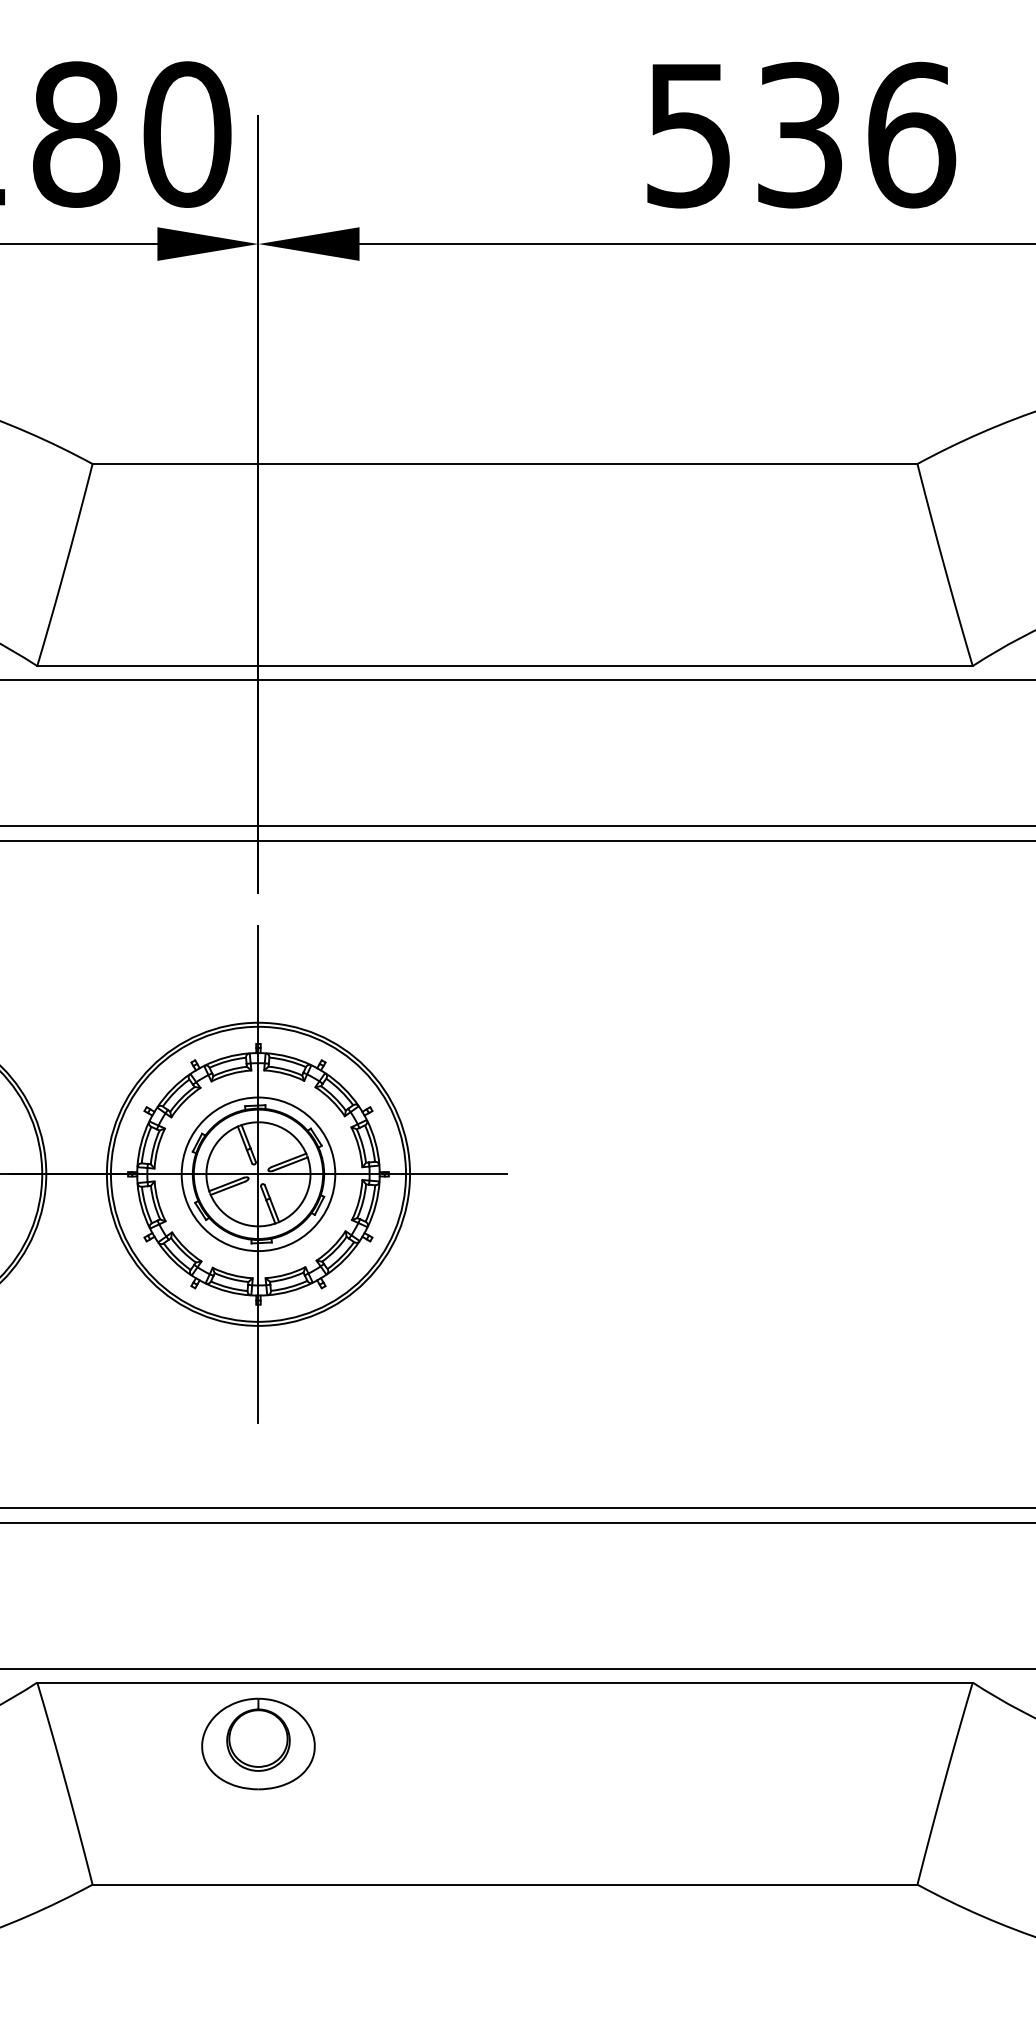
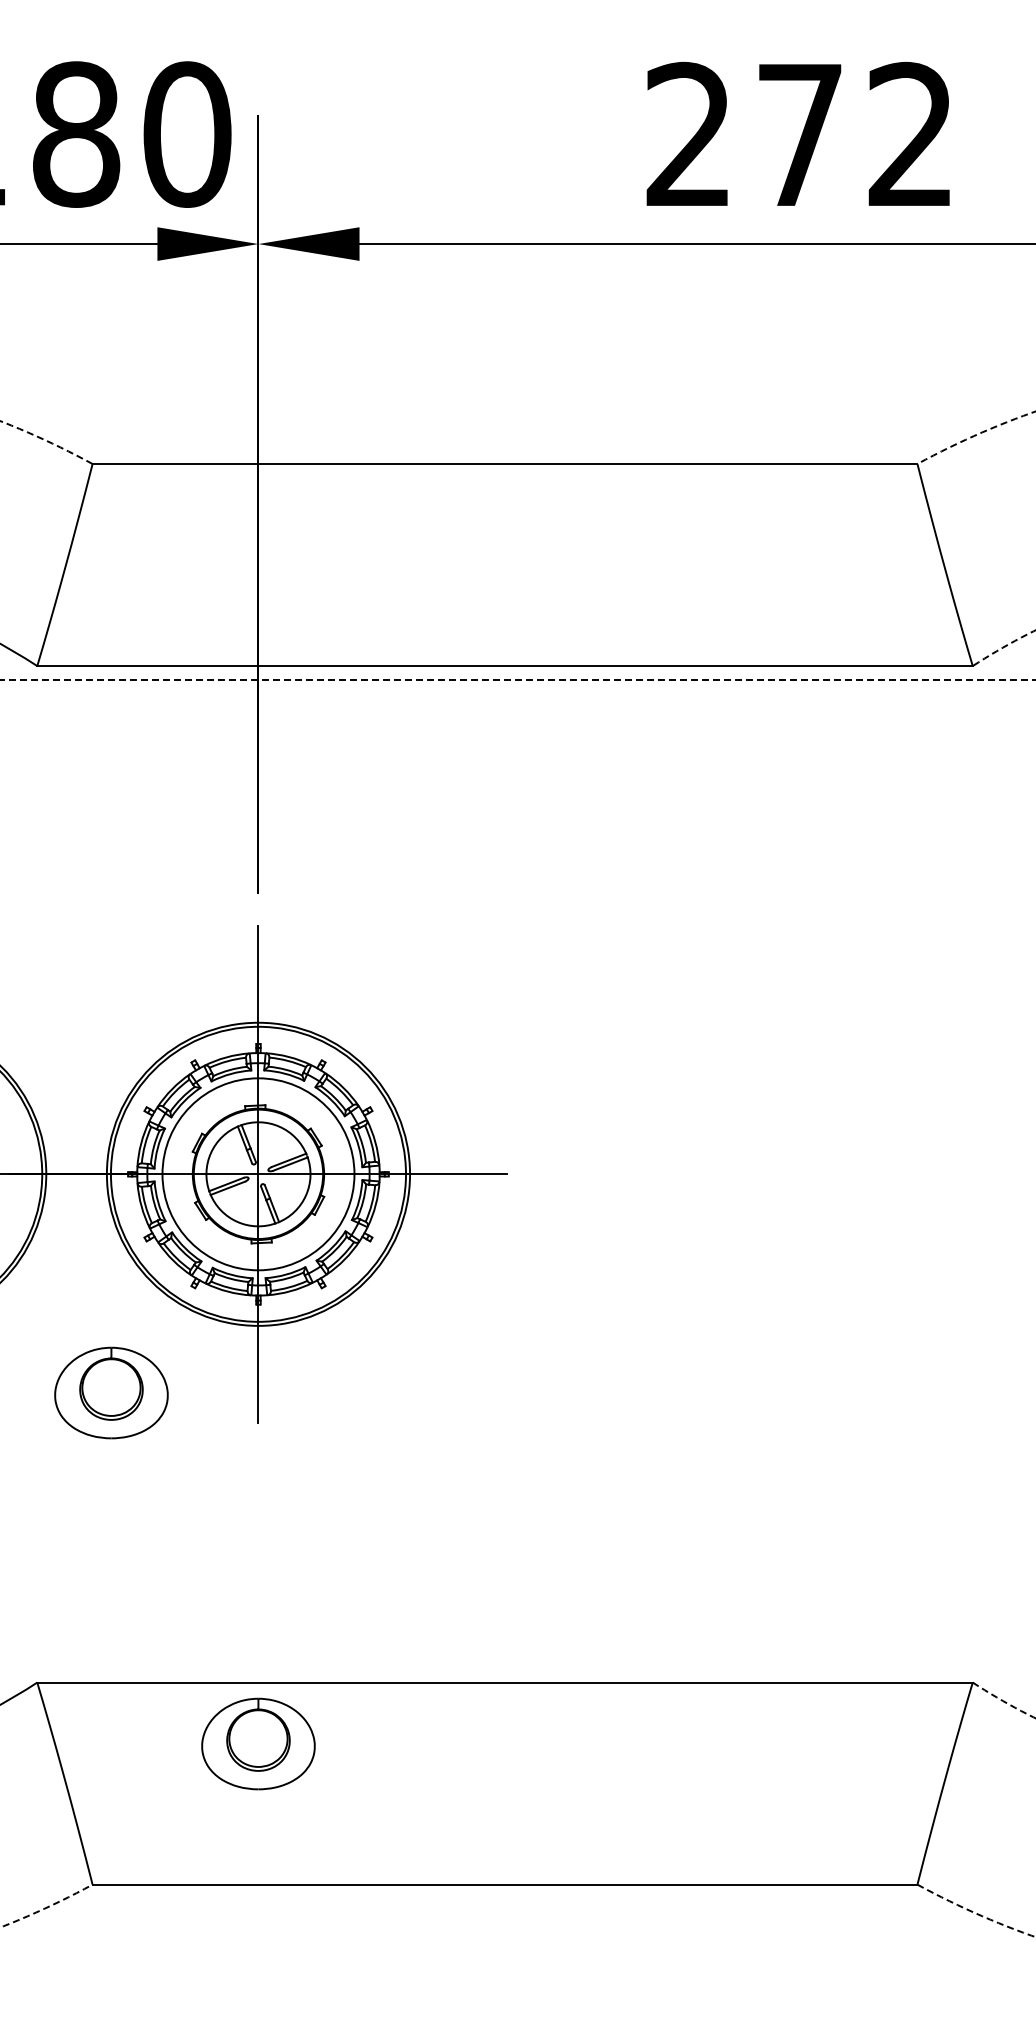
text at (801, 134): 536 -> 272
arc at (1035, 411): solid -> dashed
arc at (1035, 630): solid -> dashed
line at (518, 679): solid -> dashed
line at (517, 826): present -> none
line at (517, 840): present -> none
circle at (258, 1174) diameter: 154 px -> 192 px
part at (111, 1392): none -> present
line at (517, 1507): present -> none
line at (517, 1522): present -> none
line at (517, 1669): present -> none
arc at (0, 1927): solid -> dashed
